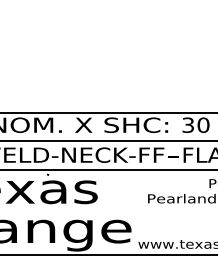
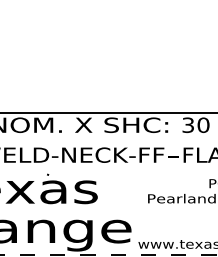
line at (108, 141): present -> none
line at (108, 169): present -> none
line at (109, 254): solid -> dashed
